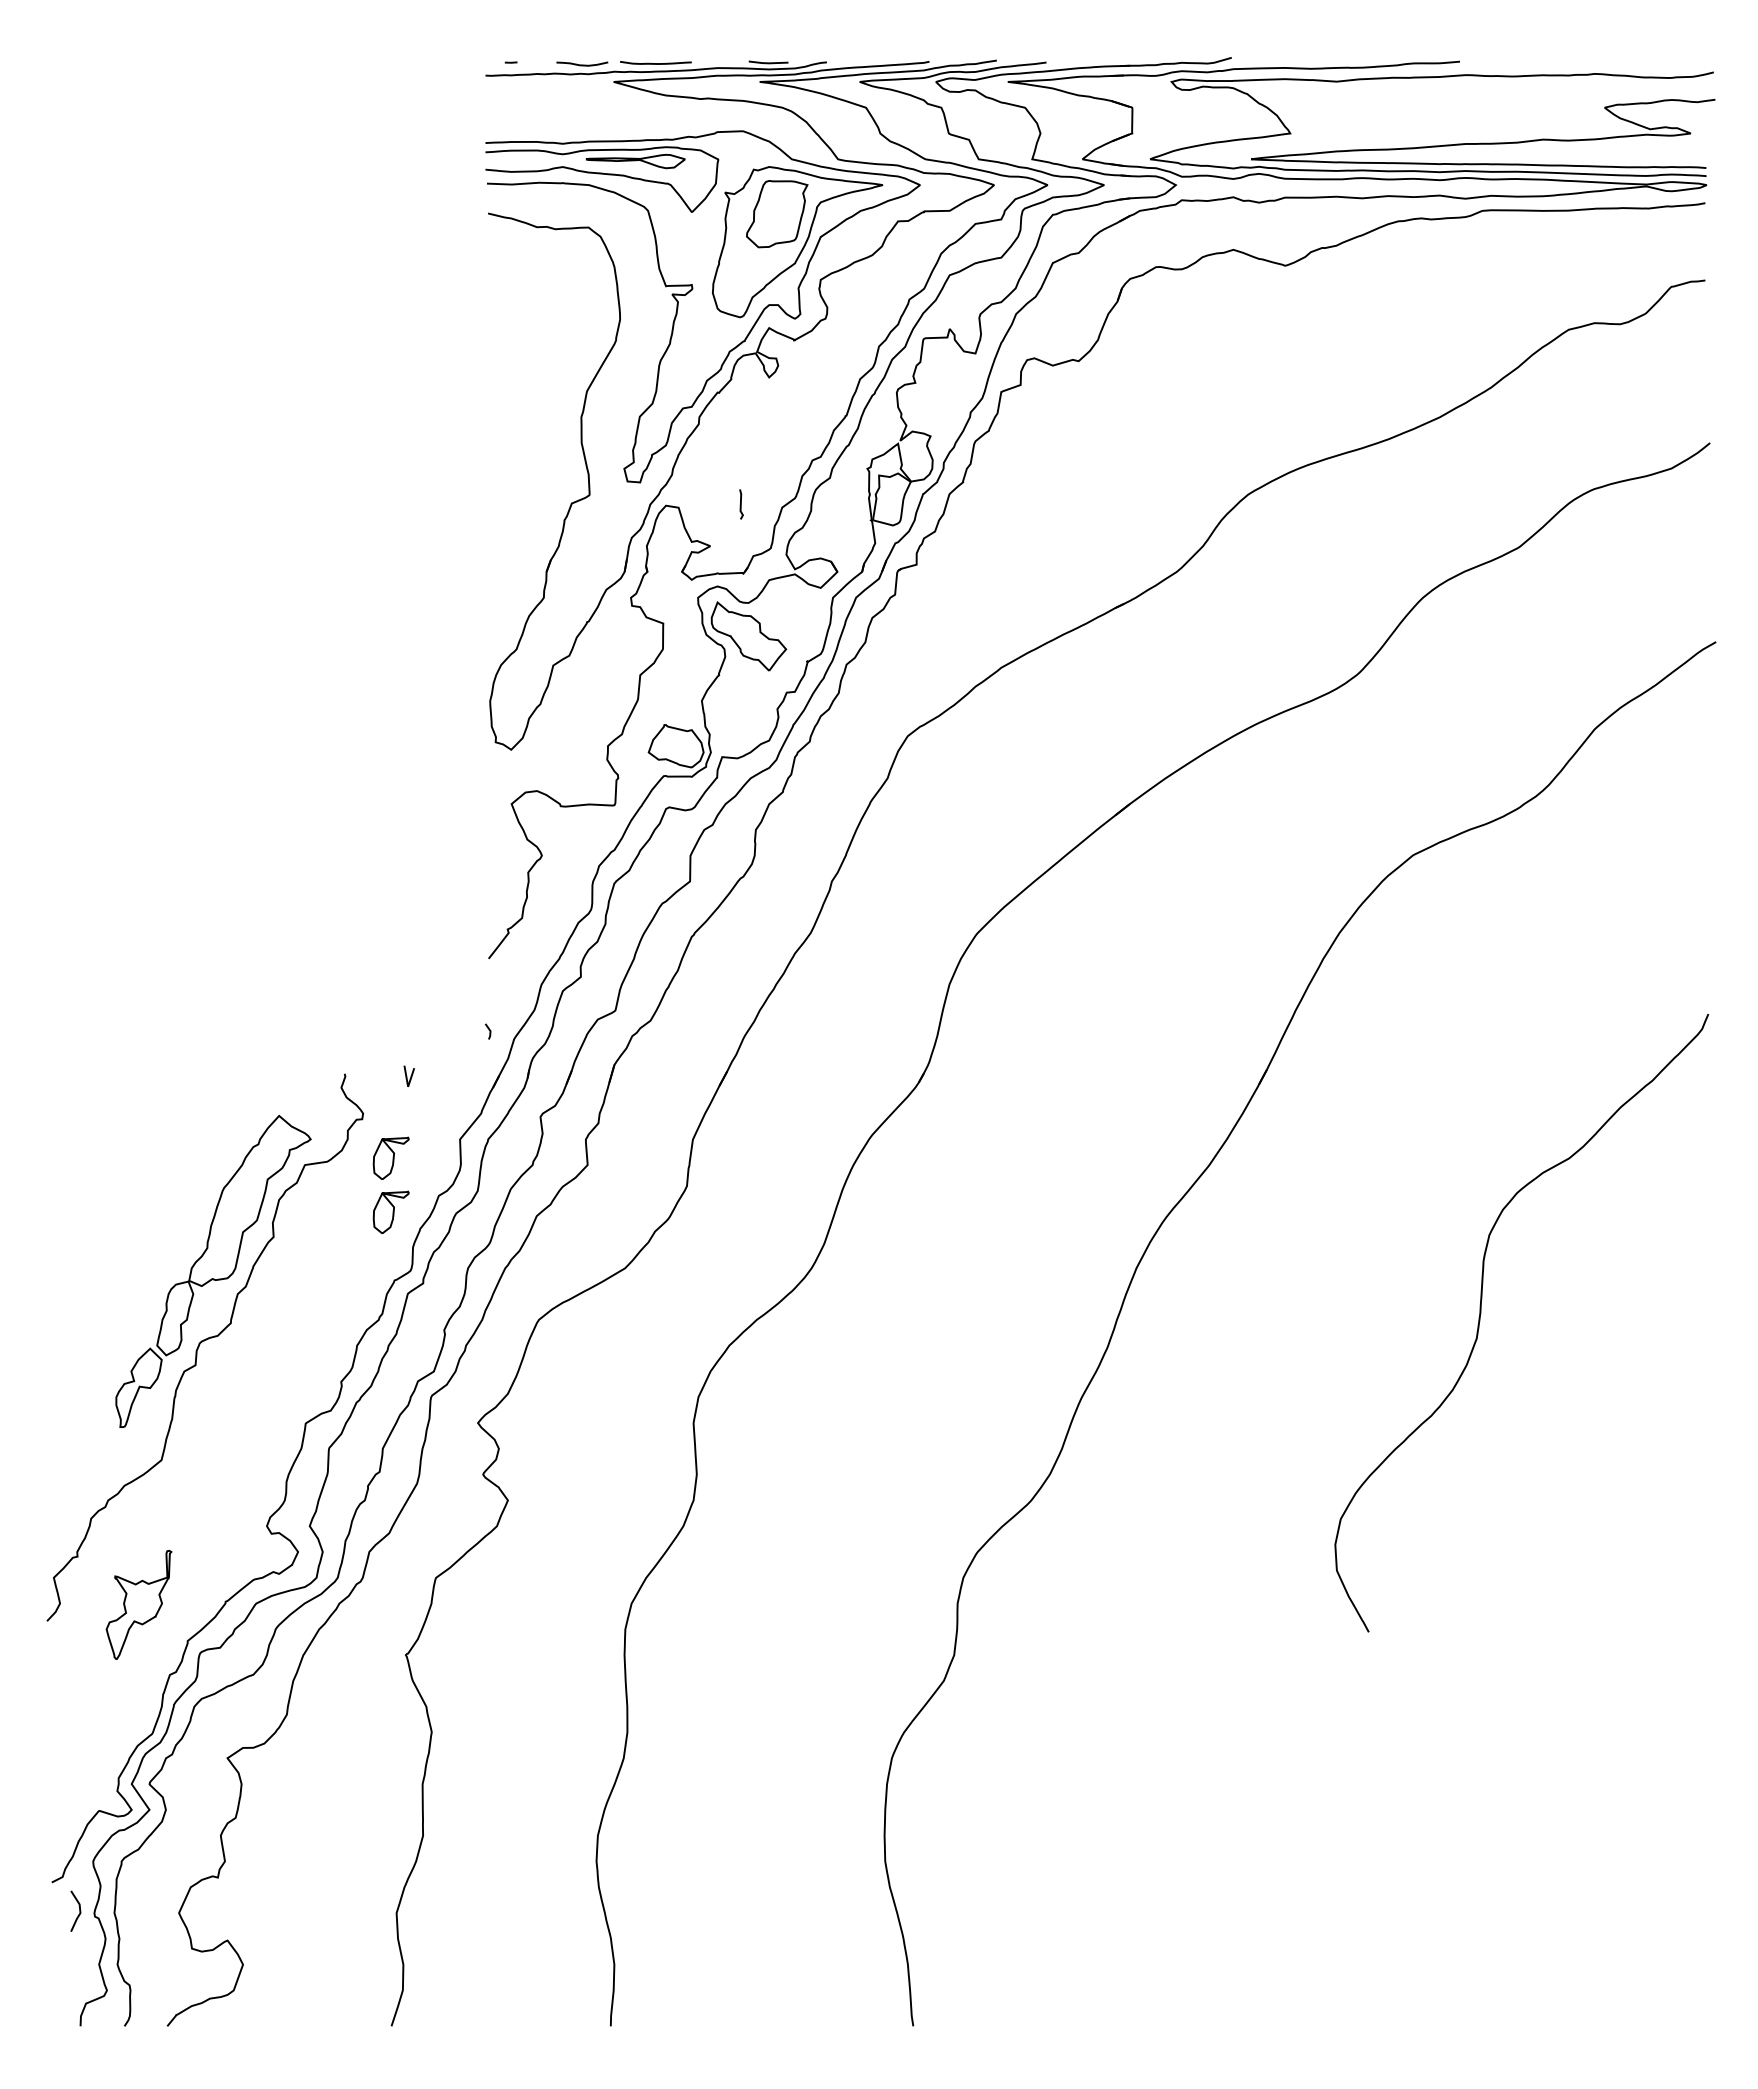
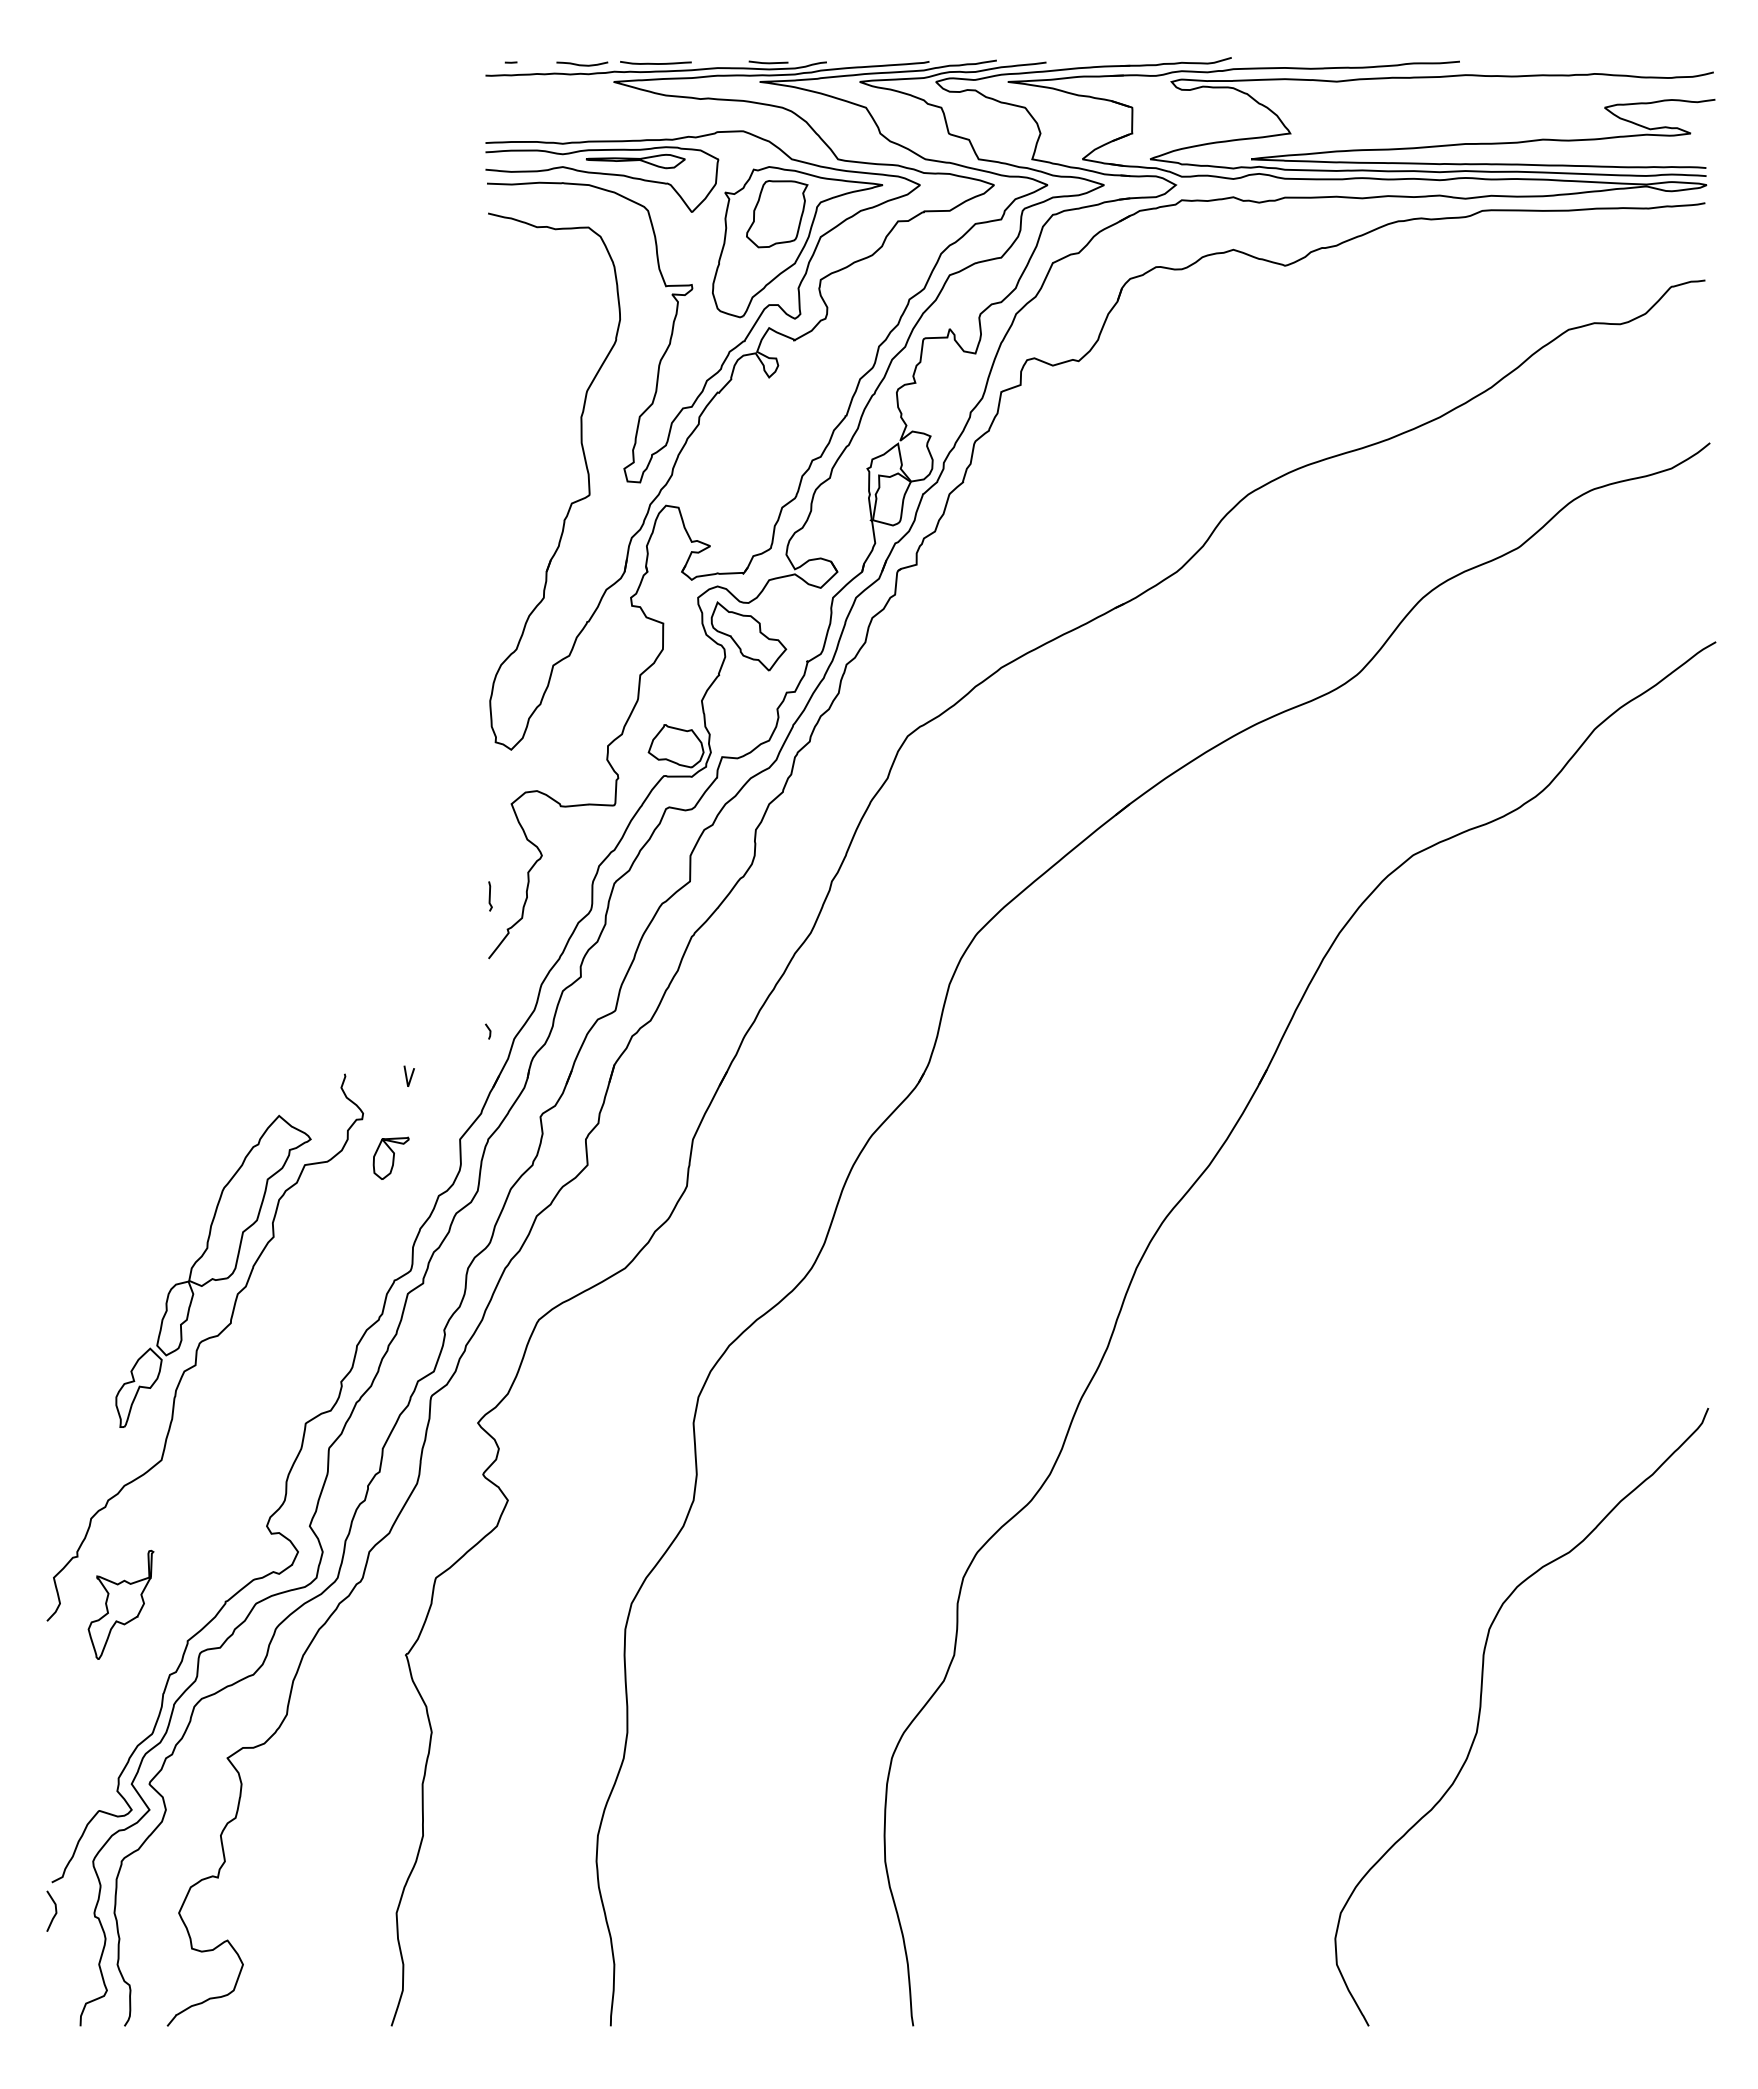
line at (741, 504) position: (741, 504) -> (490, 896)
part at (390, 1211): present -> none
curve at (1481, 1314) position: (1481, 1314) -> (1481, 1708)
part at (138, 1604) position: (138, 1604) -> (120, 1604)
line at (79, 1910) position: (79, 1910) -> (55, 1910)
